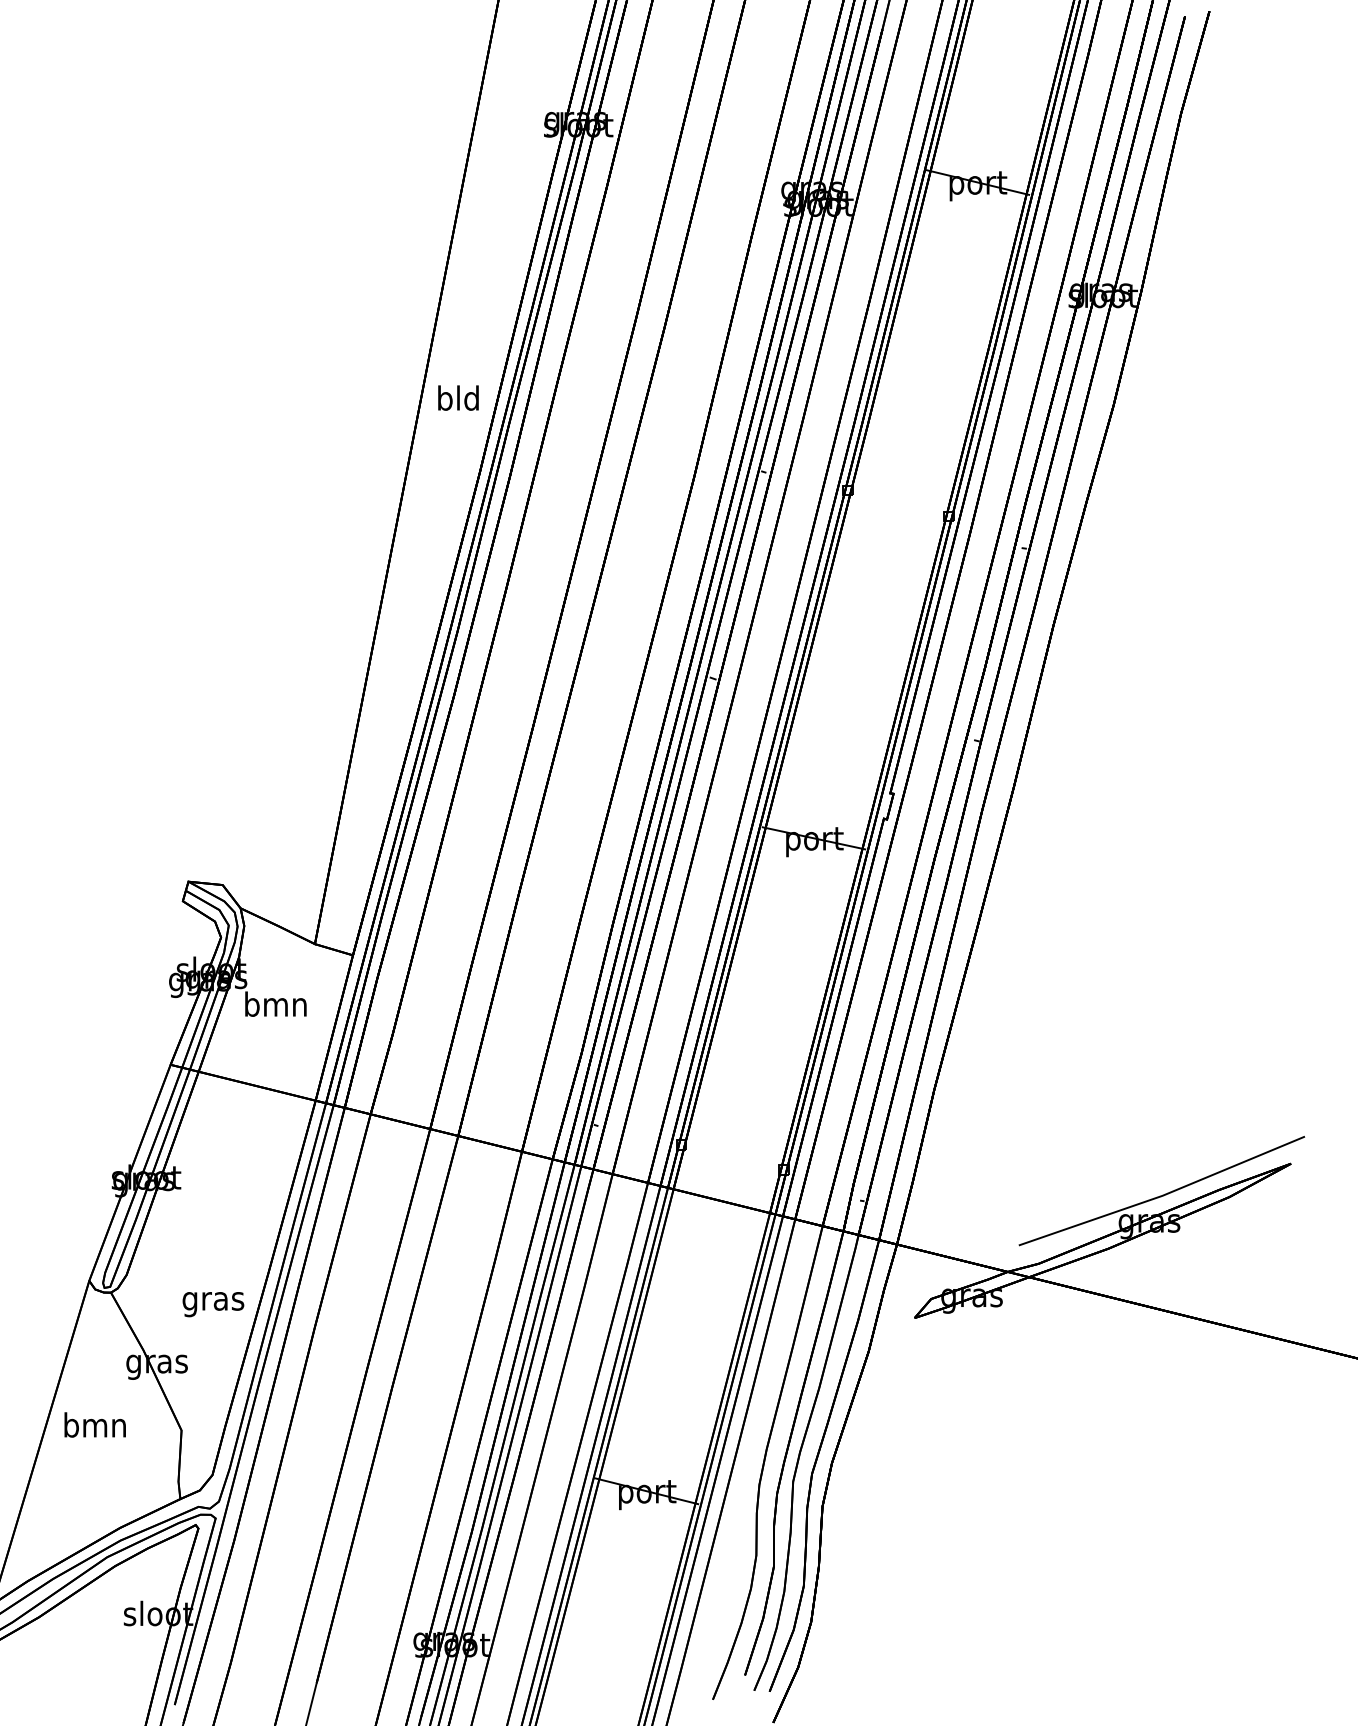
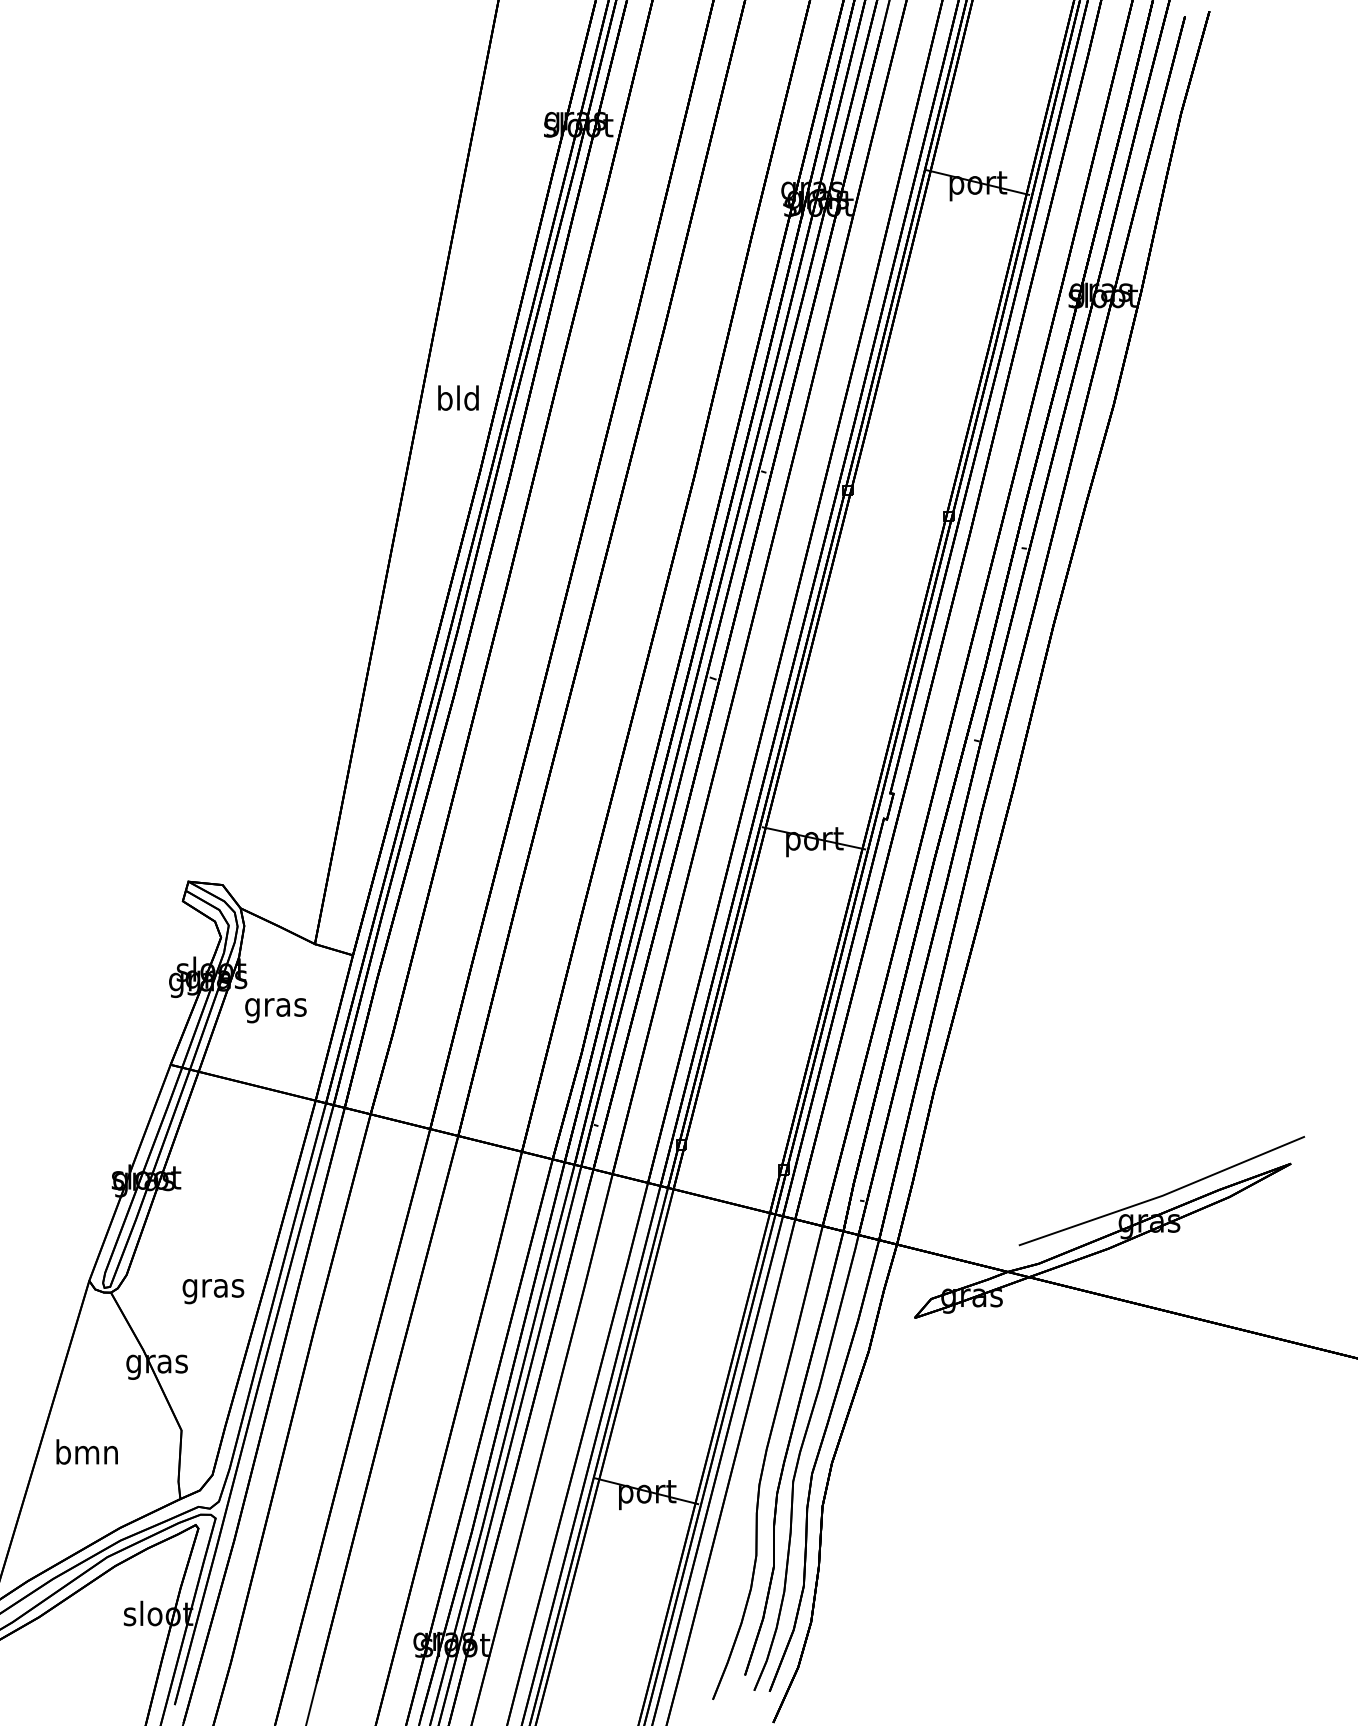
text at (275, 1007): bmn -> gras
text at (213, 1304) position: (213, 1304) -> (213, 1291)
text at (94, 1424) position: (94, 1424) -> (86, 1451)
